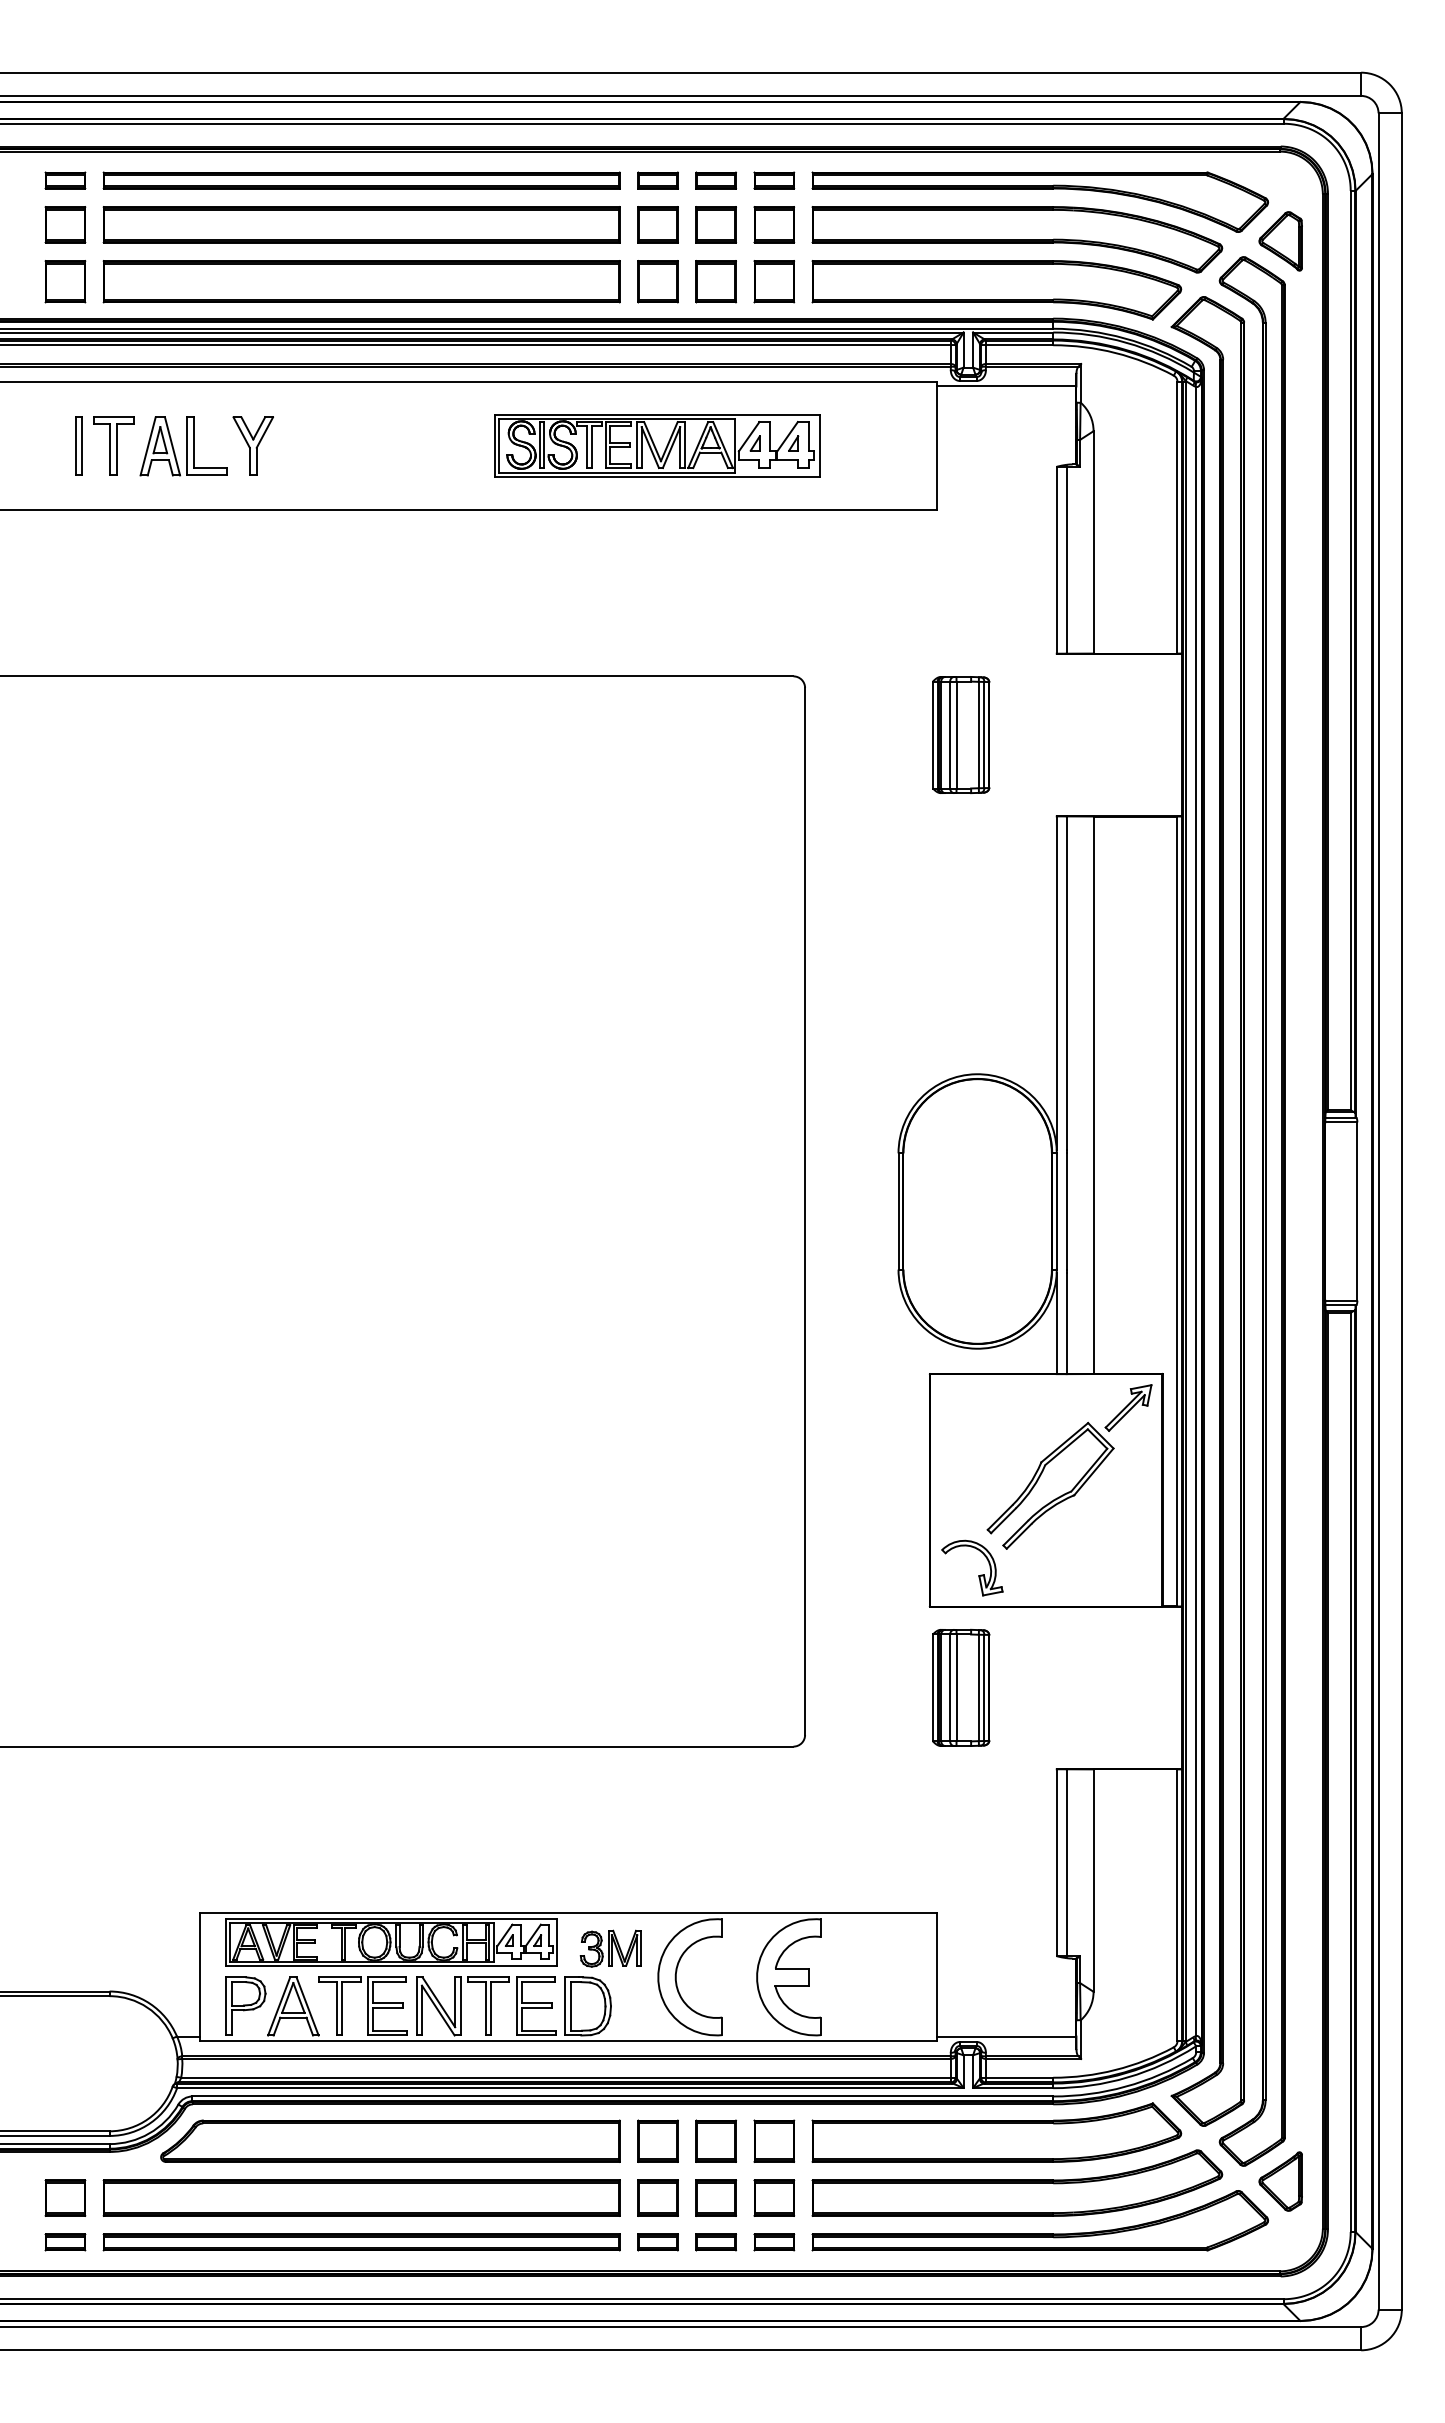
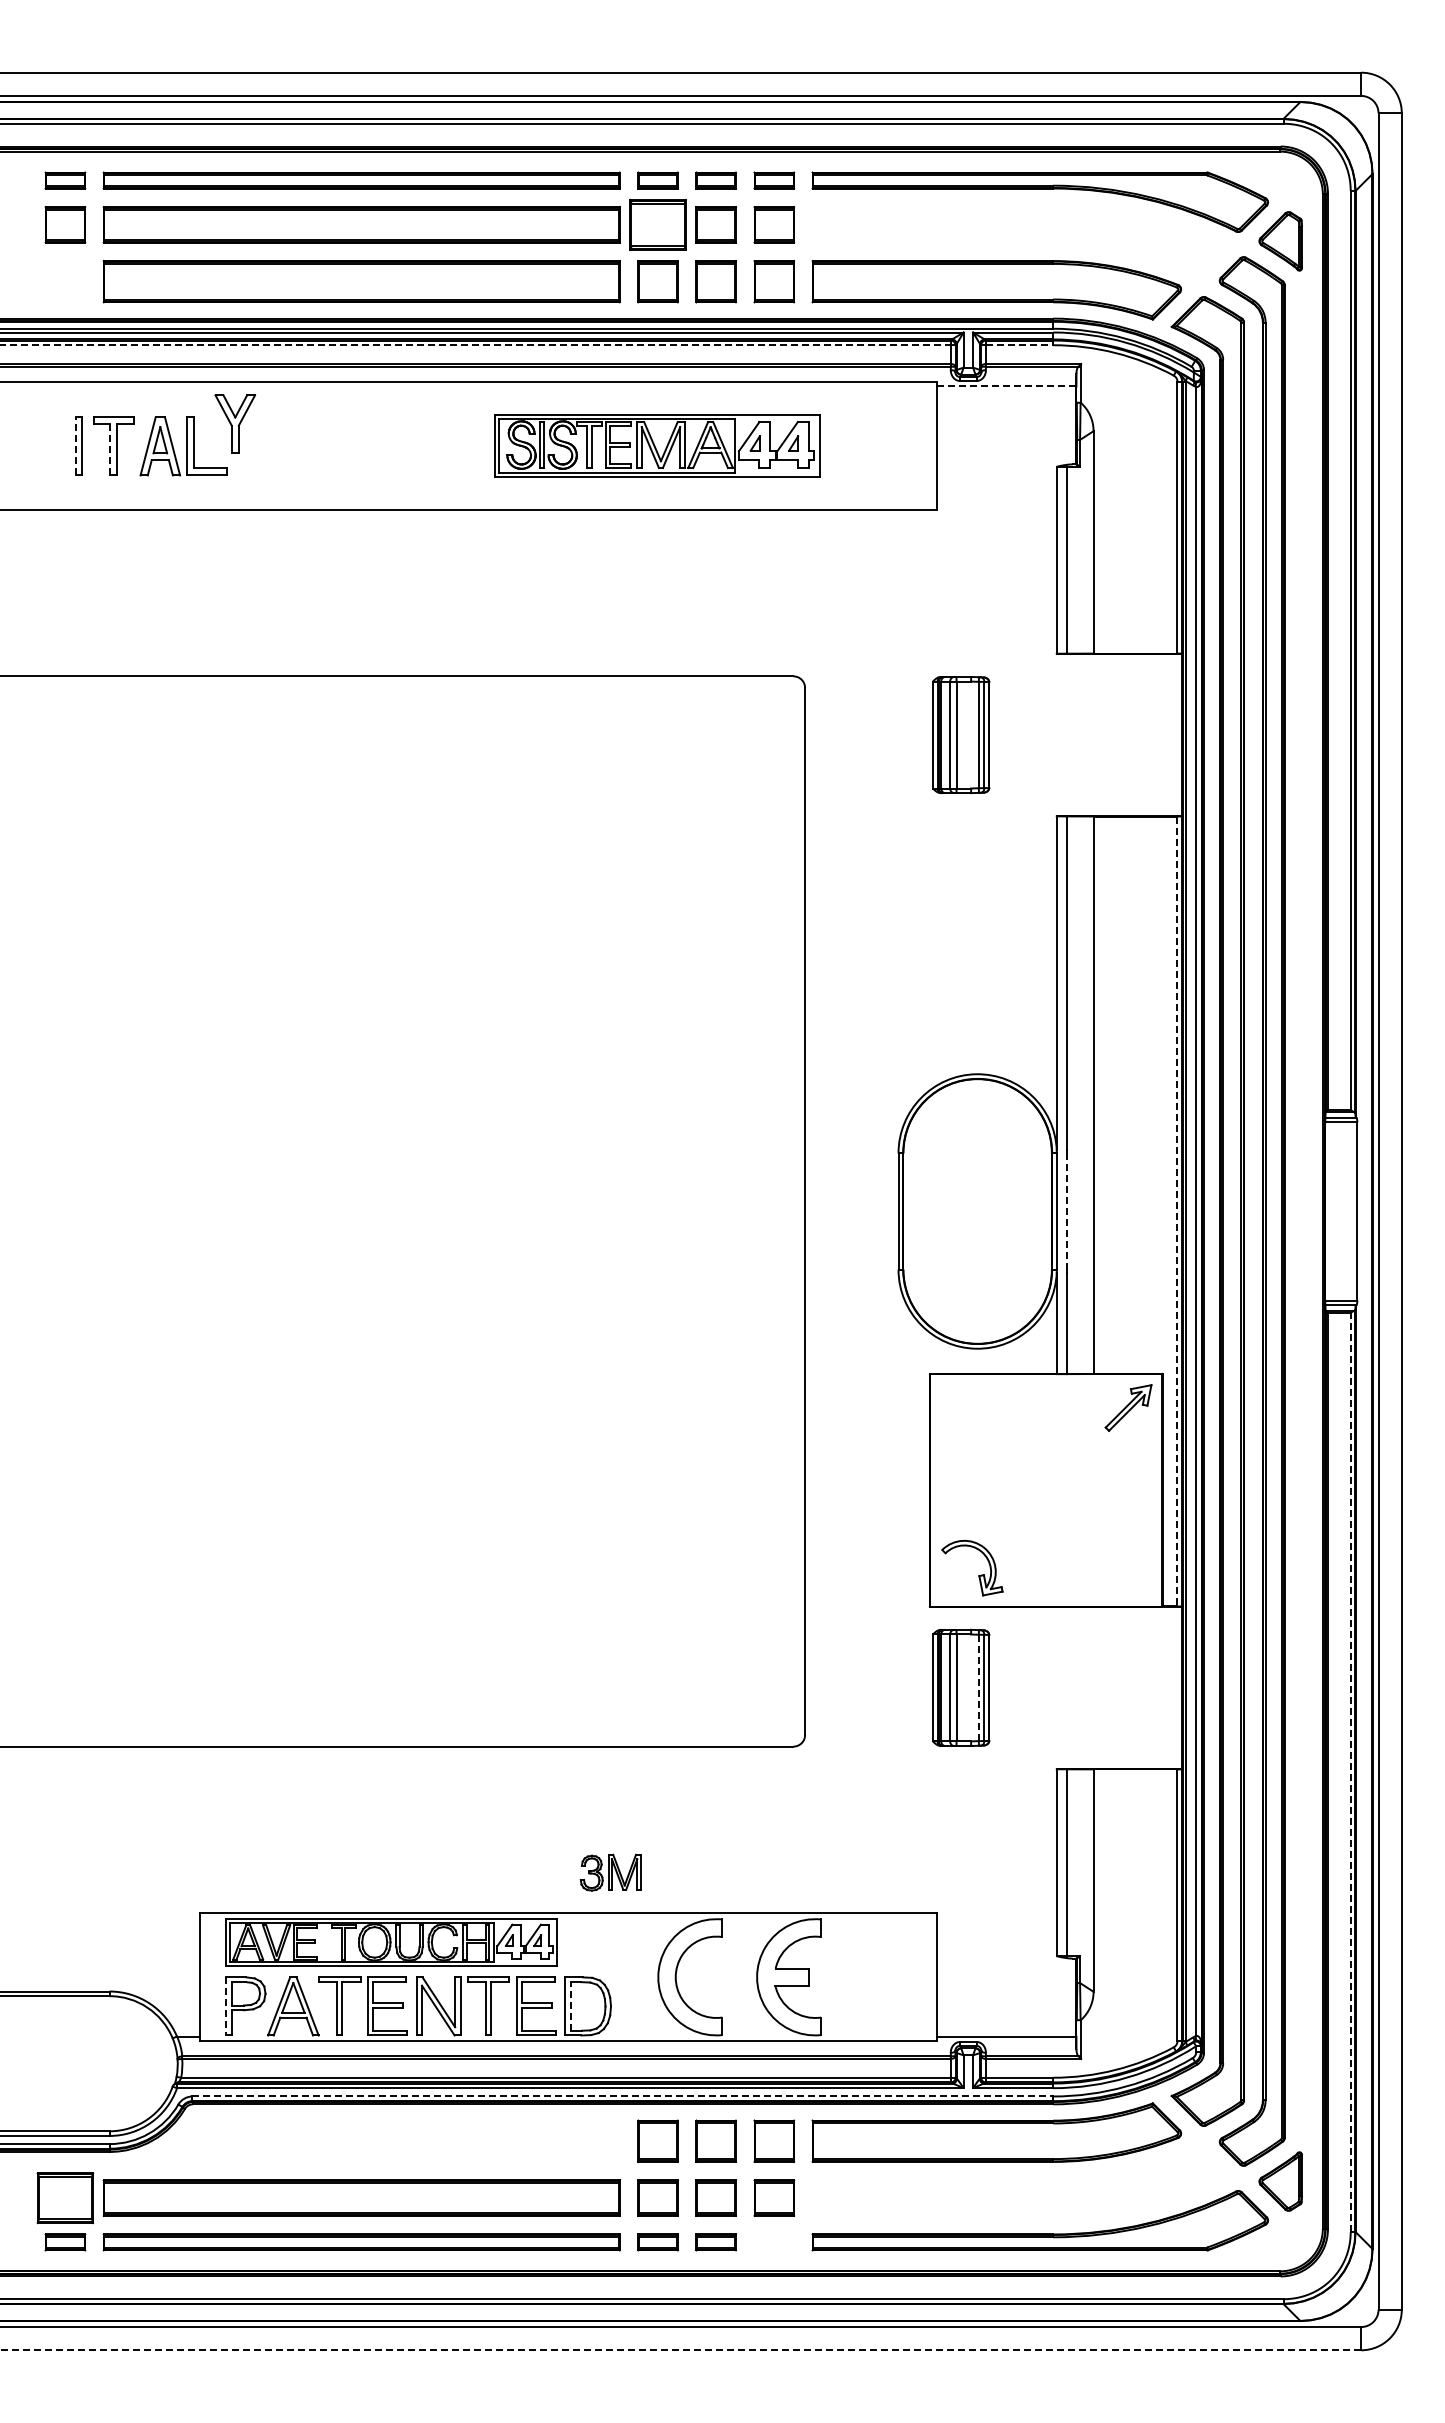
part at (657, 224) size: 42x38 px -> 58x53 px
part at (1017, 239): present -> none
part at (65, 281): present -> none
line at (476, 345): solid -> dashed
line at (1019, 345): solid -> dashed
line at (1006, 386): solid -> dashed
line at (75, 445): solid -> dashed
part at (252, 445) position: (252, 445) -> (234, 423)
line at (110, 449): solid -> dashed
line at (1066, 1211): solid -> dashed
line at (1177, 1211): solid -> dashed
part at (1040, 1477): present -> none
line at (978, 1687): solid -> dashed
line at (1350, 1772): solid -> dashed
part at (610, 1948) position: (610, 1948) -> (610, 1872)
line at (570, 2005): solid -> dashed
line at (226, 2006): solid -> dashed
line at (623, 2096): solid -> dashed
part at (390, 2140): present -> none
part at (1017, 2182): present -> none
part at (65, 2197) size: 43x38 px -> 59x53 px
part at (774, 2242): present -> none
line at (680, 2350): solid -> dashed
